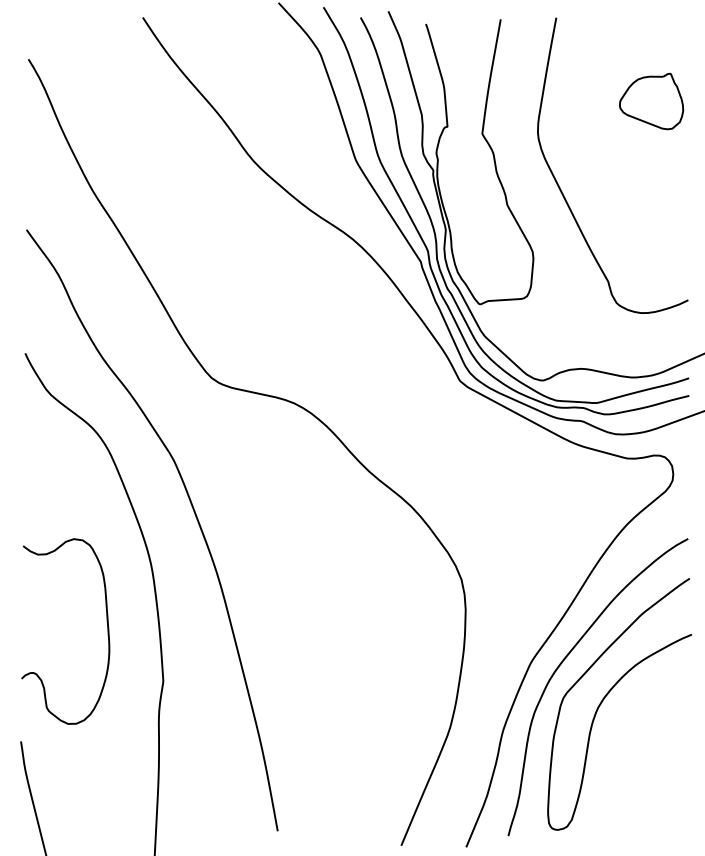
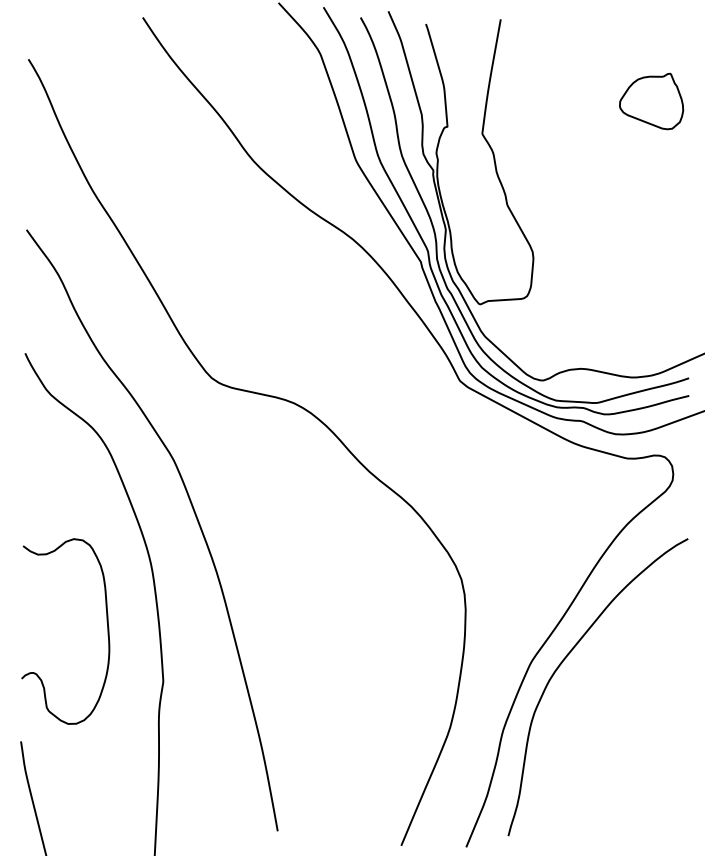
curve at (562, 191): present -> none
curve at (608, 694): present -> none
